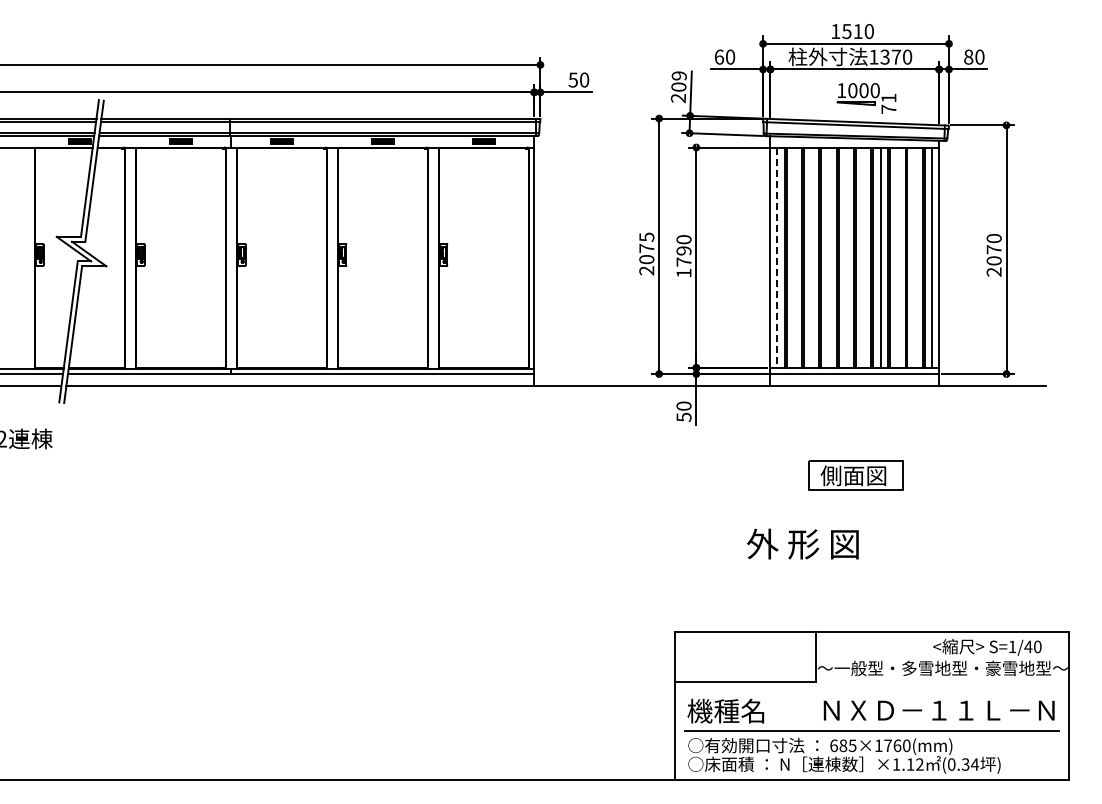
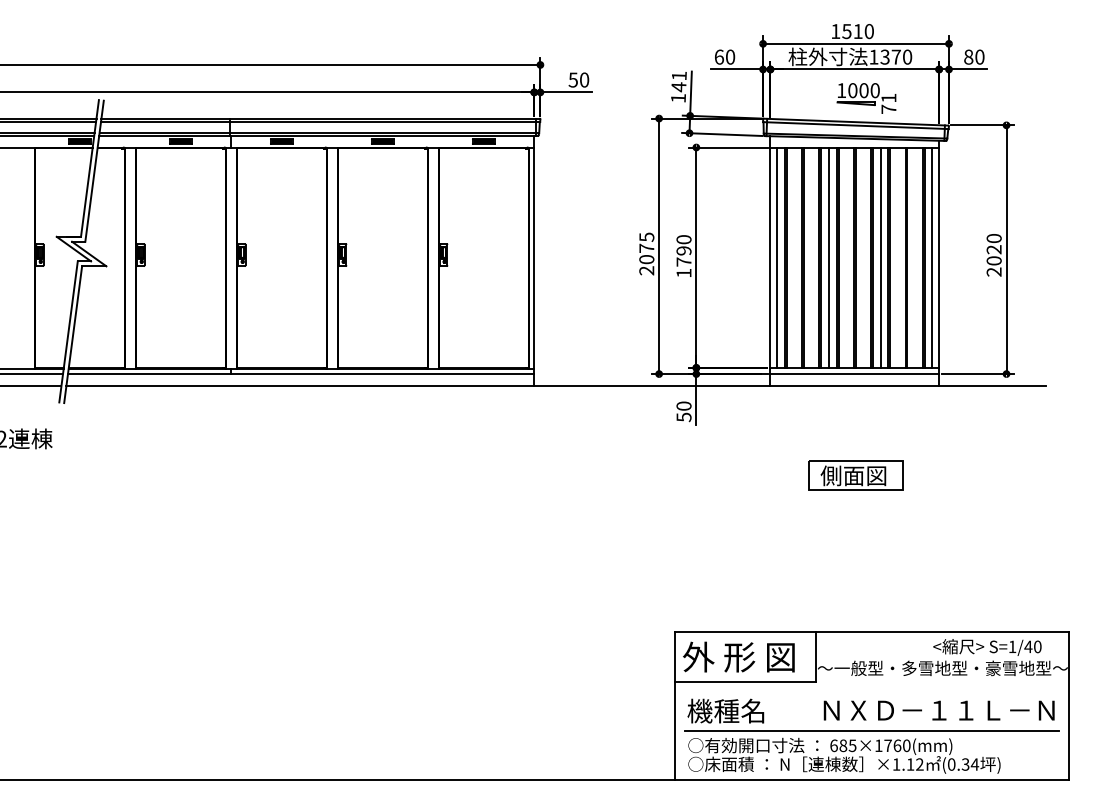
text at (678, 87): 209 -> 141
text at (993, 249): 2070 -> 2020
line at (828, 257): none -> present
line at (777, 258): dashed -> solid
text at (802, 543) position: (802, 543) -> (738, 656)
